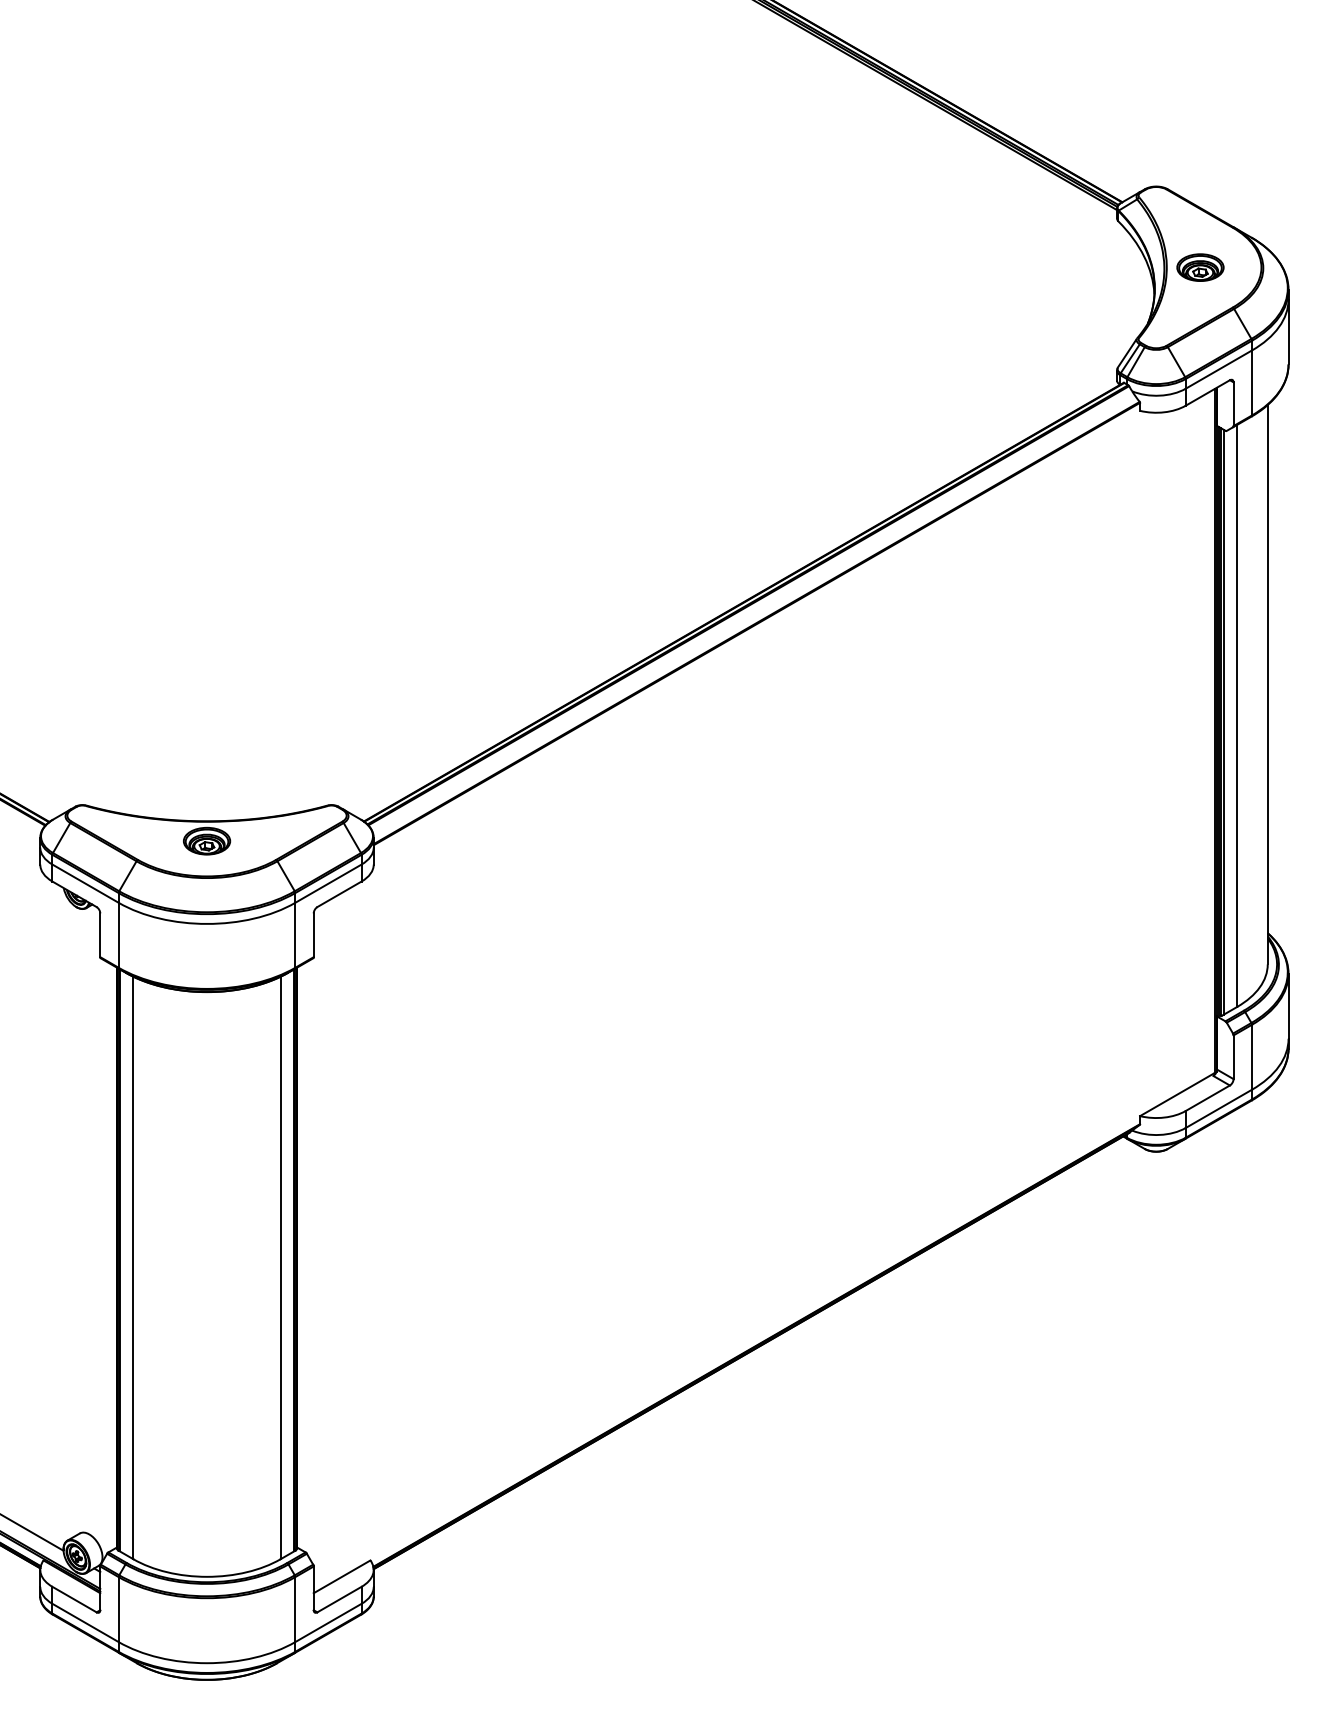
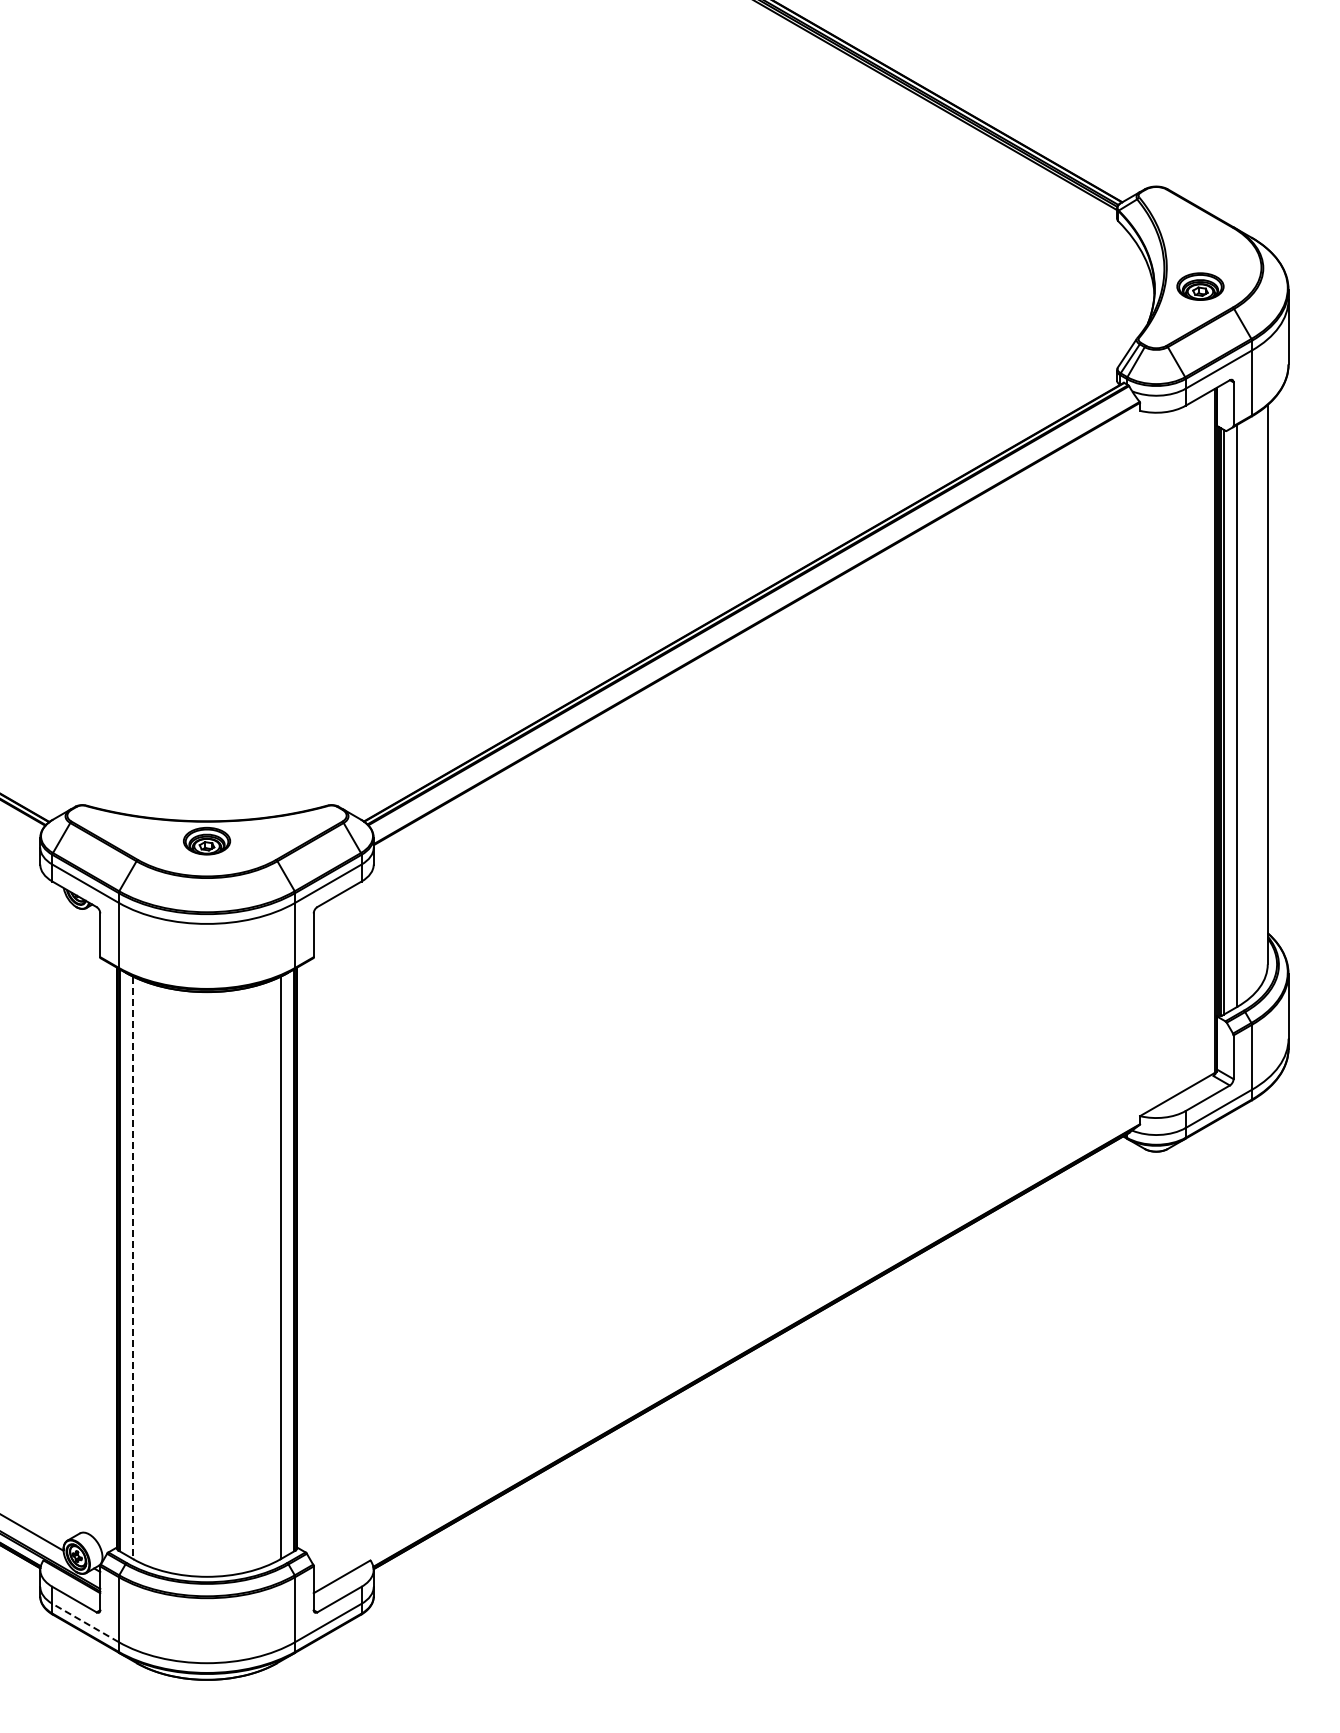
part at (1200, 267) position: (1200, 267) -> (1200, 286)
line at (133, 1268): solid -> dashed
line at (85, 1622): solid -> dashed
